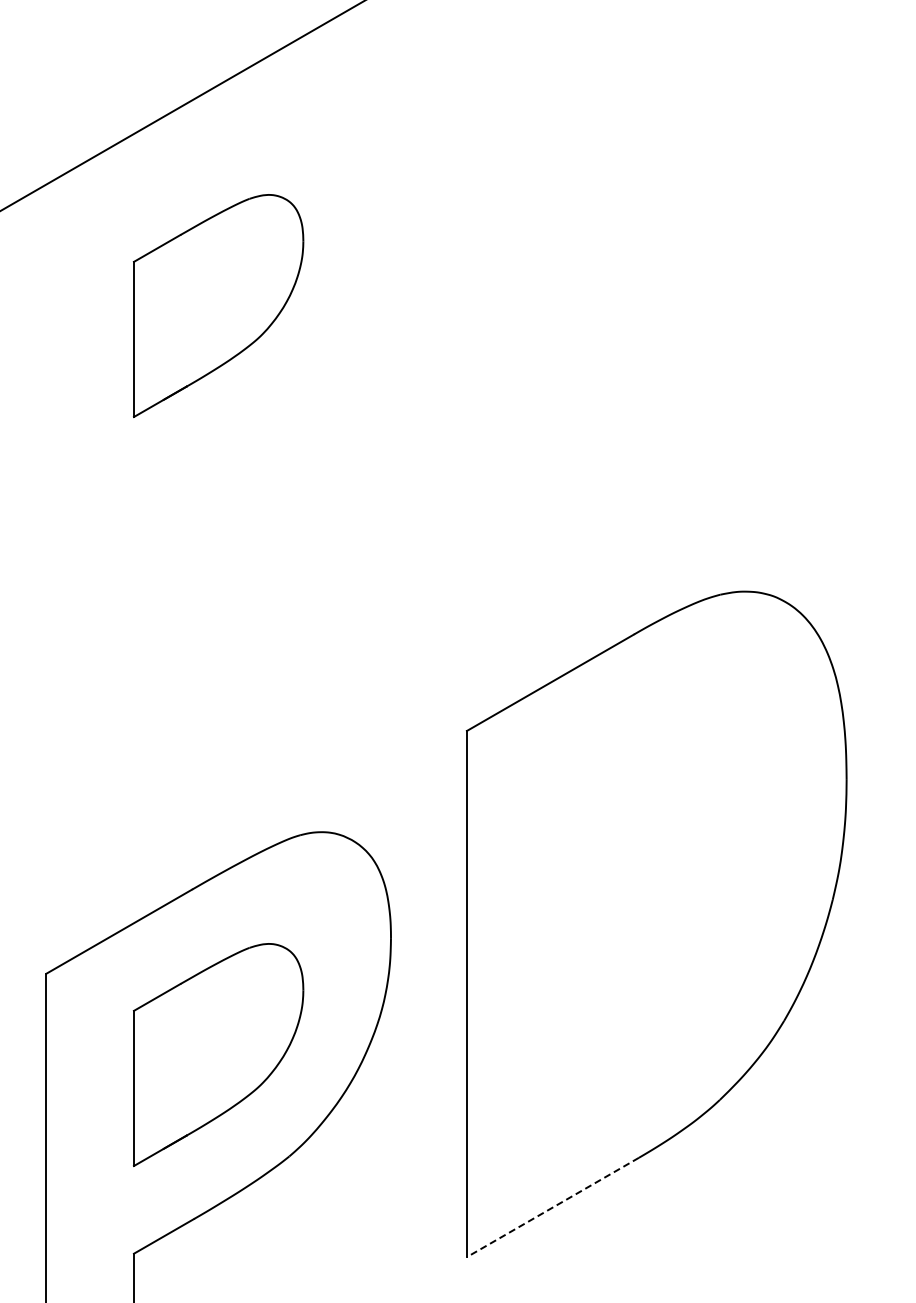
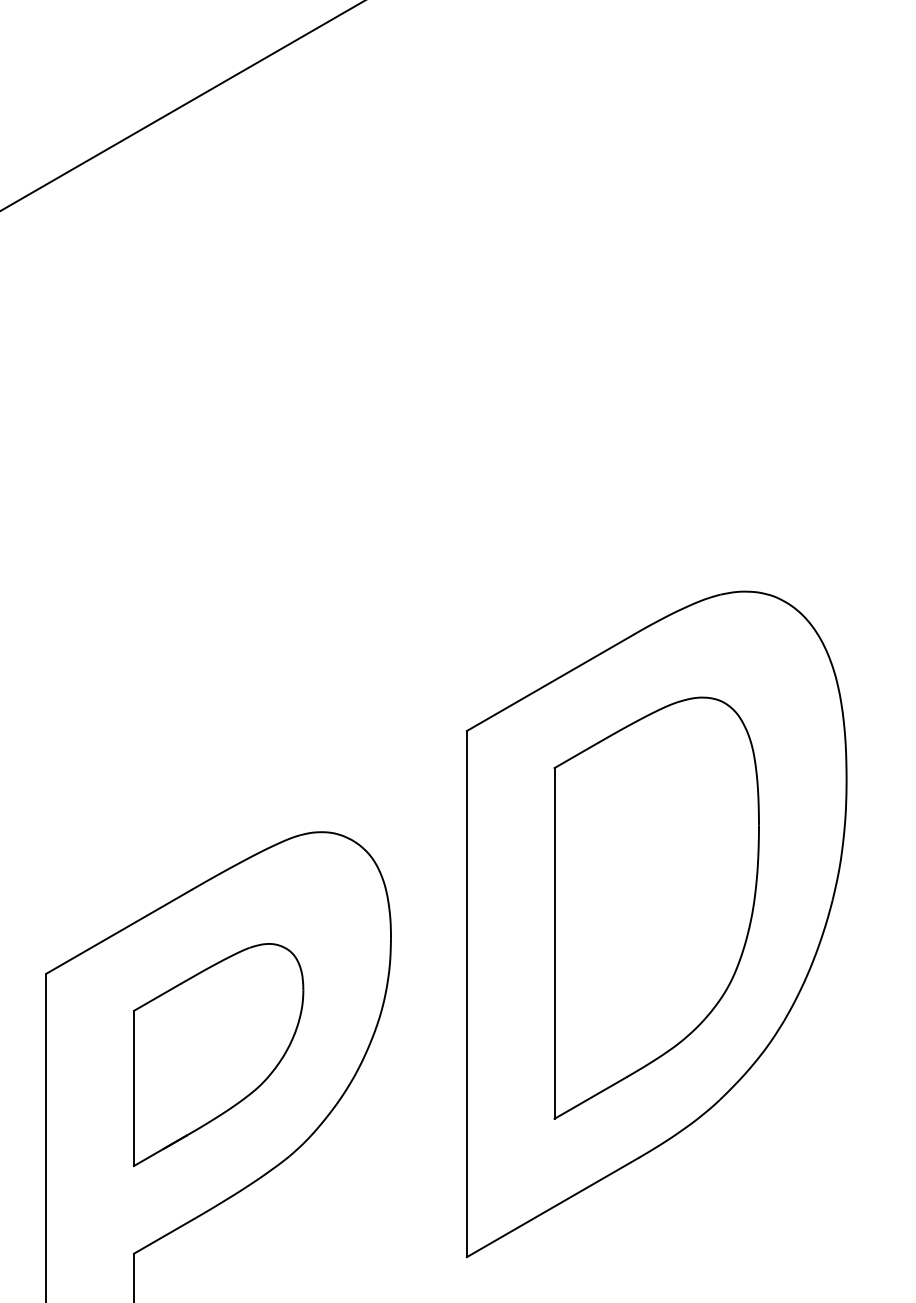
part at (218, 305): present -> none
part at (656, 907): none -> present
line at (552, 1207): dashed -> solid
